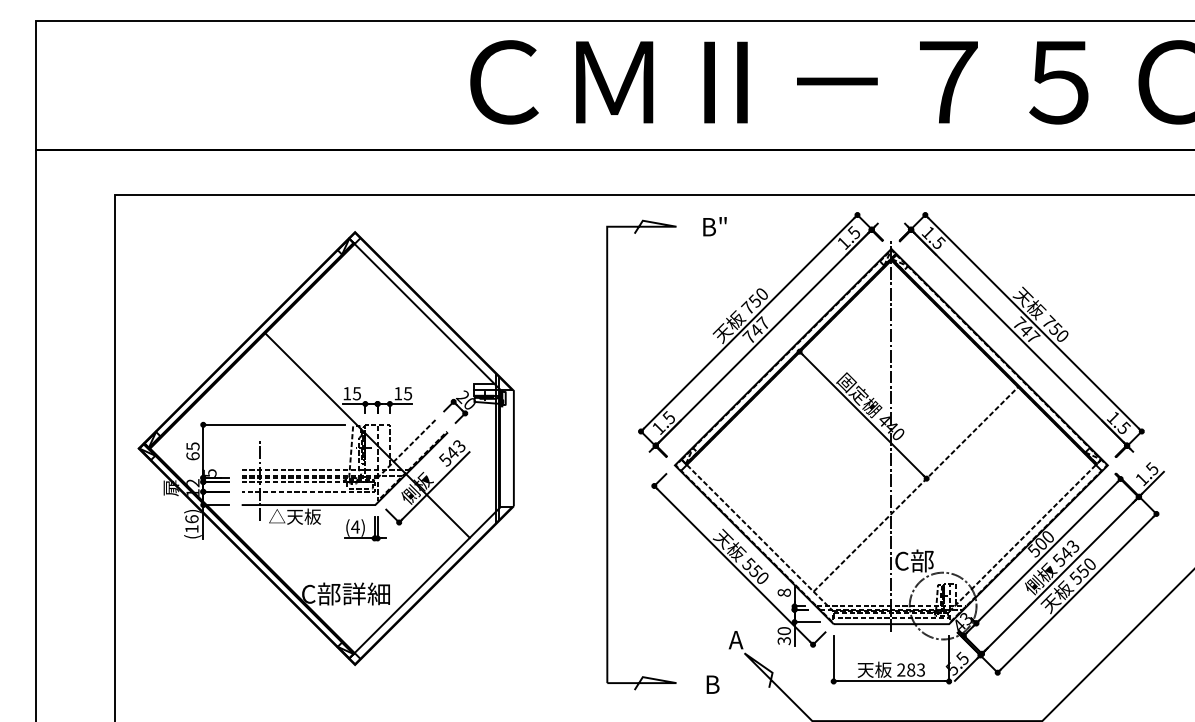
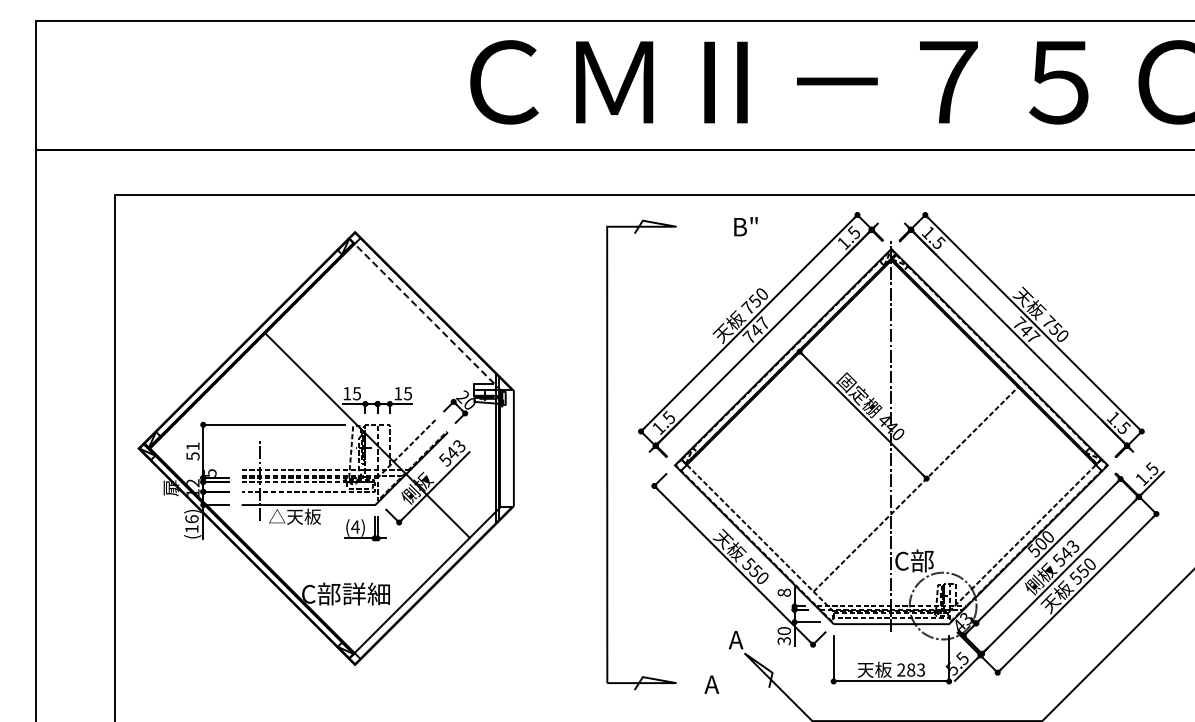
text at (714, 226) position: (714, 226) -> (745, 226)
line at (424, 314): solid -> dashed
text at (192, 451): 65 -> 51
text at (711, 684): B -> A
